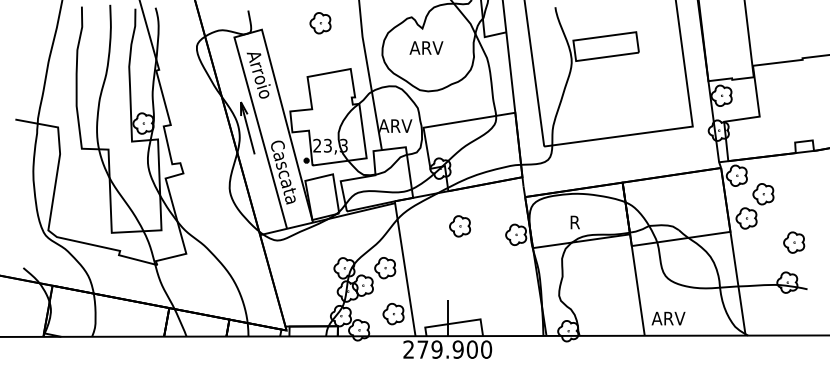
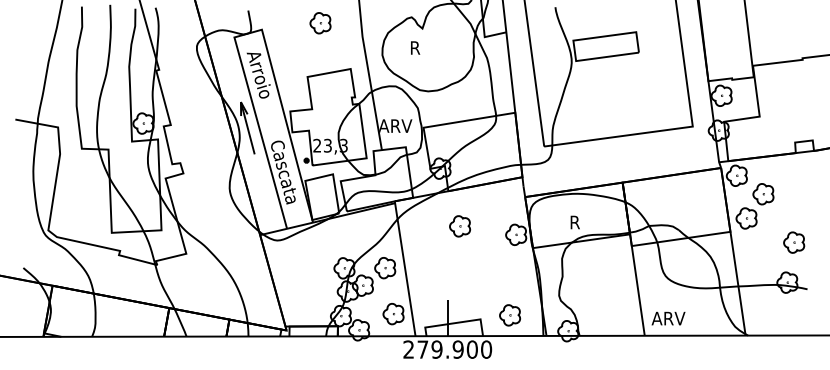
text at (426, 47): ARV -> R
part at (509, 315): none -> present
